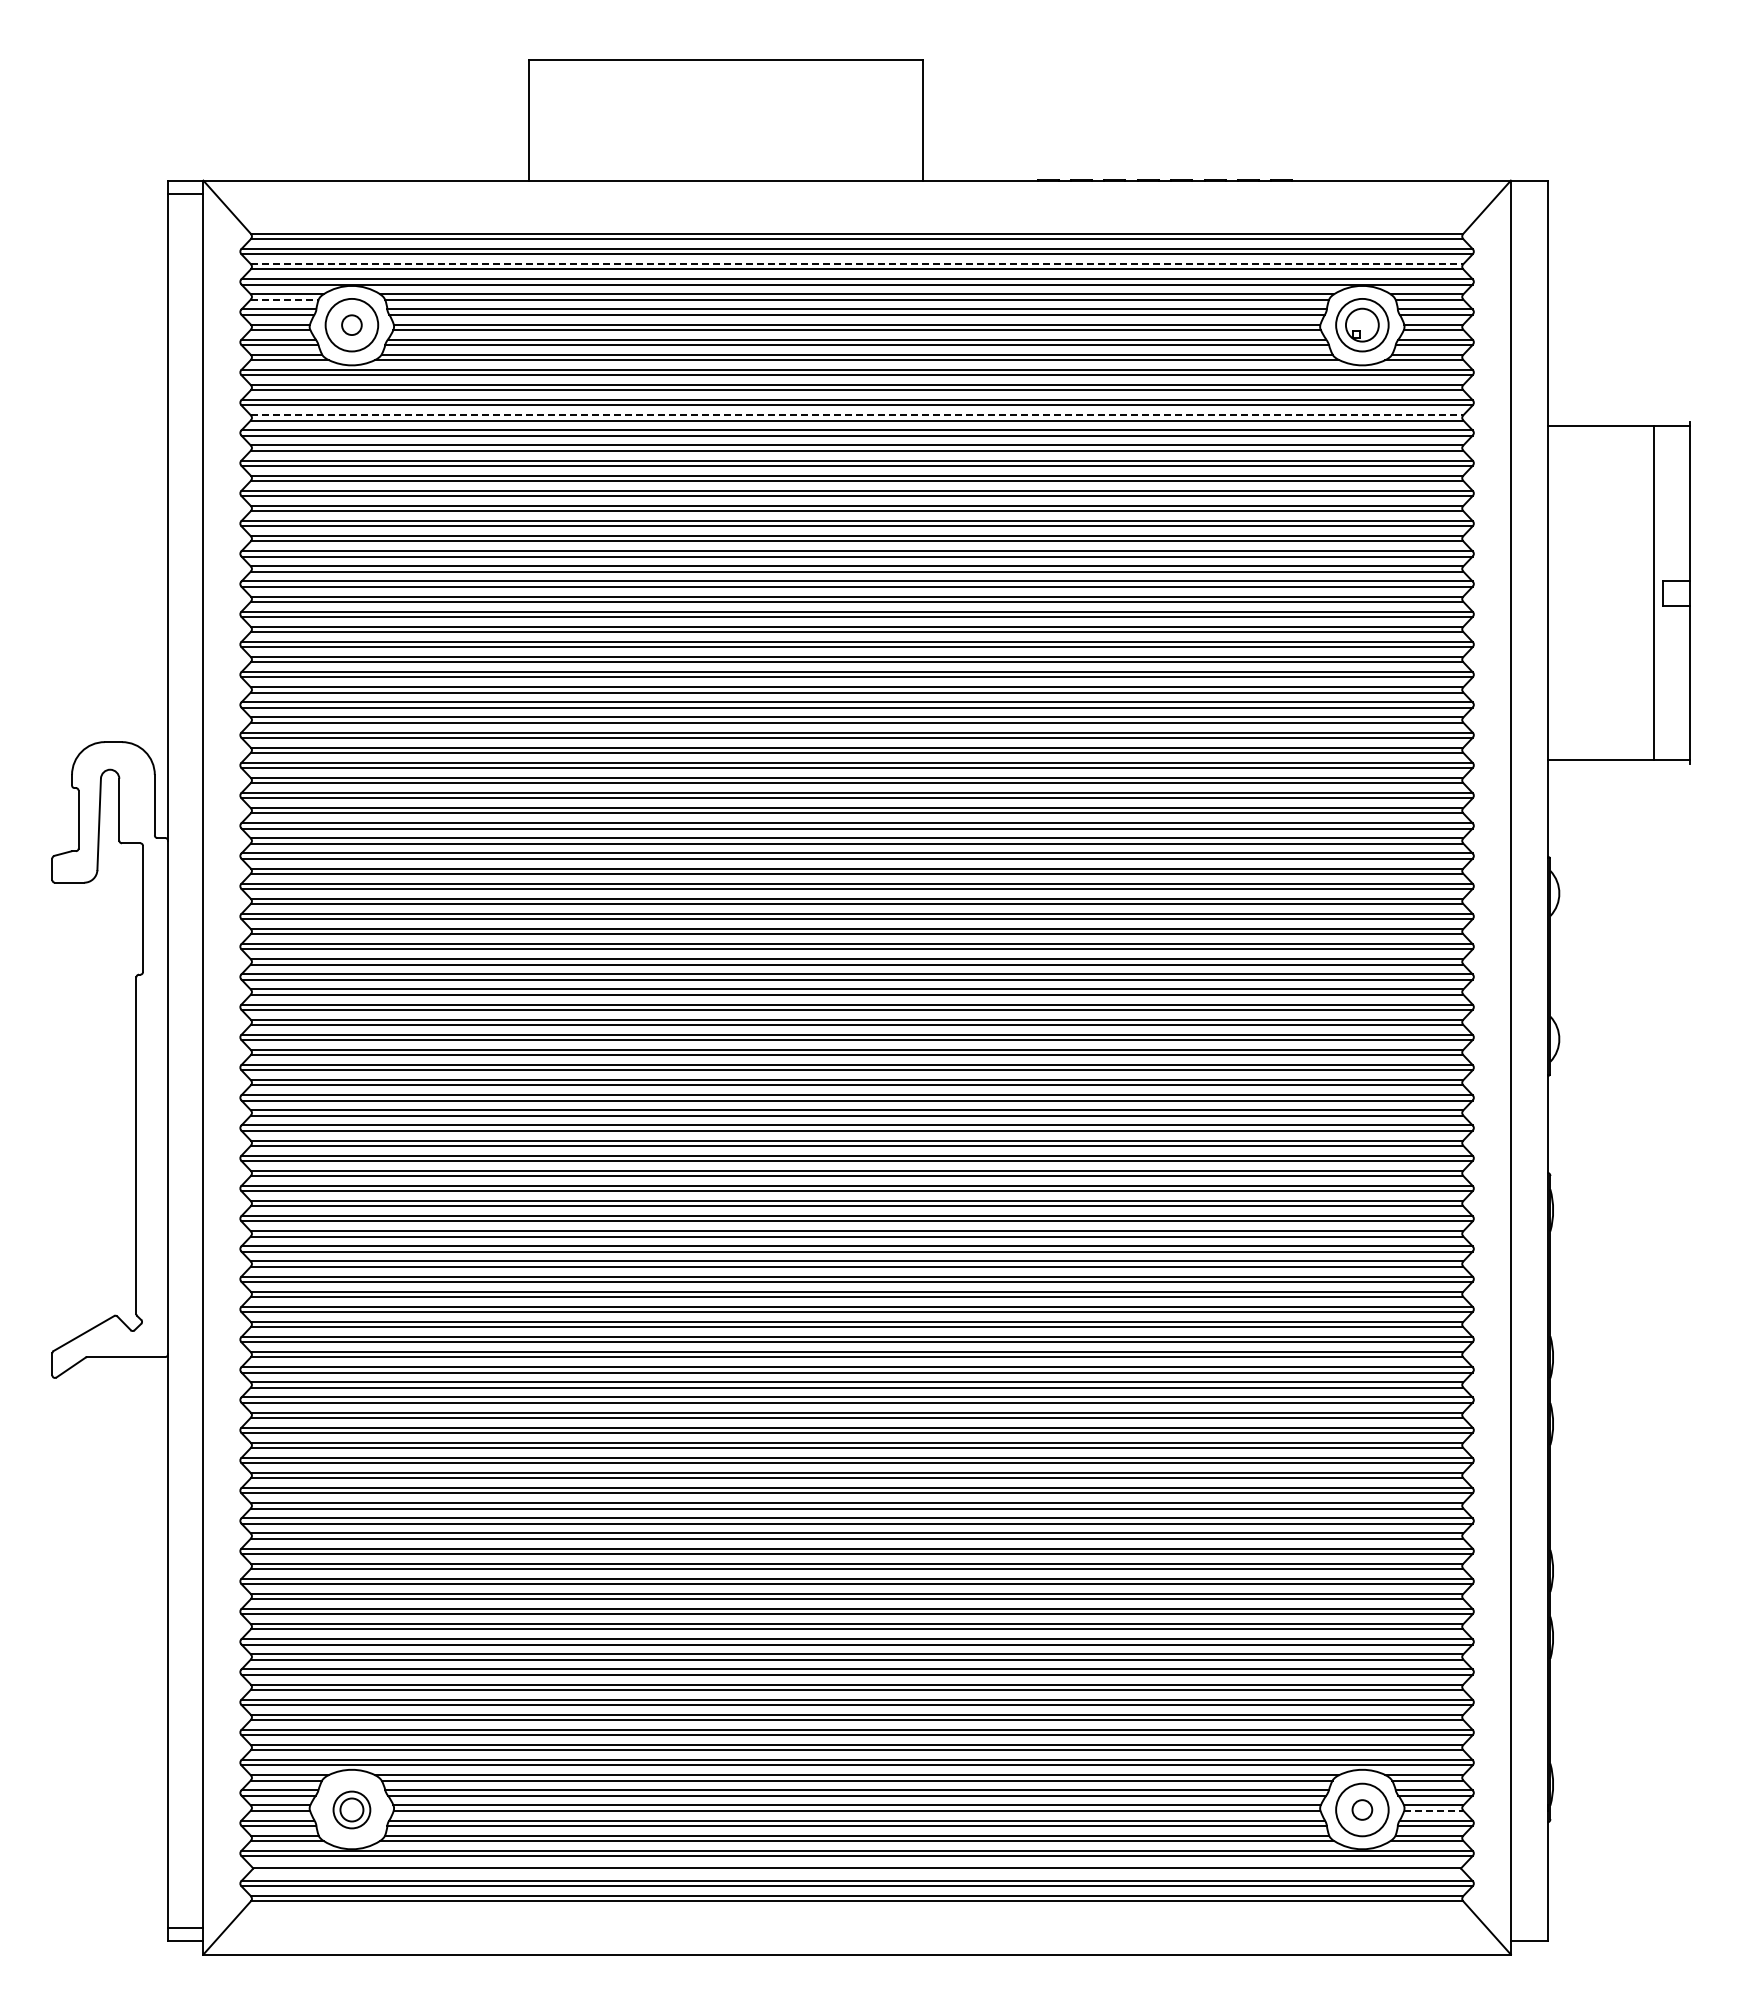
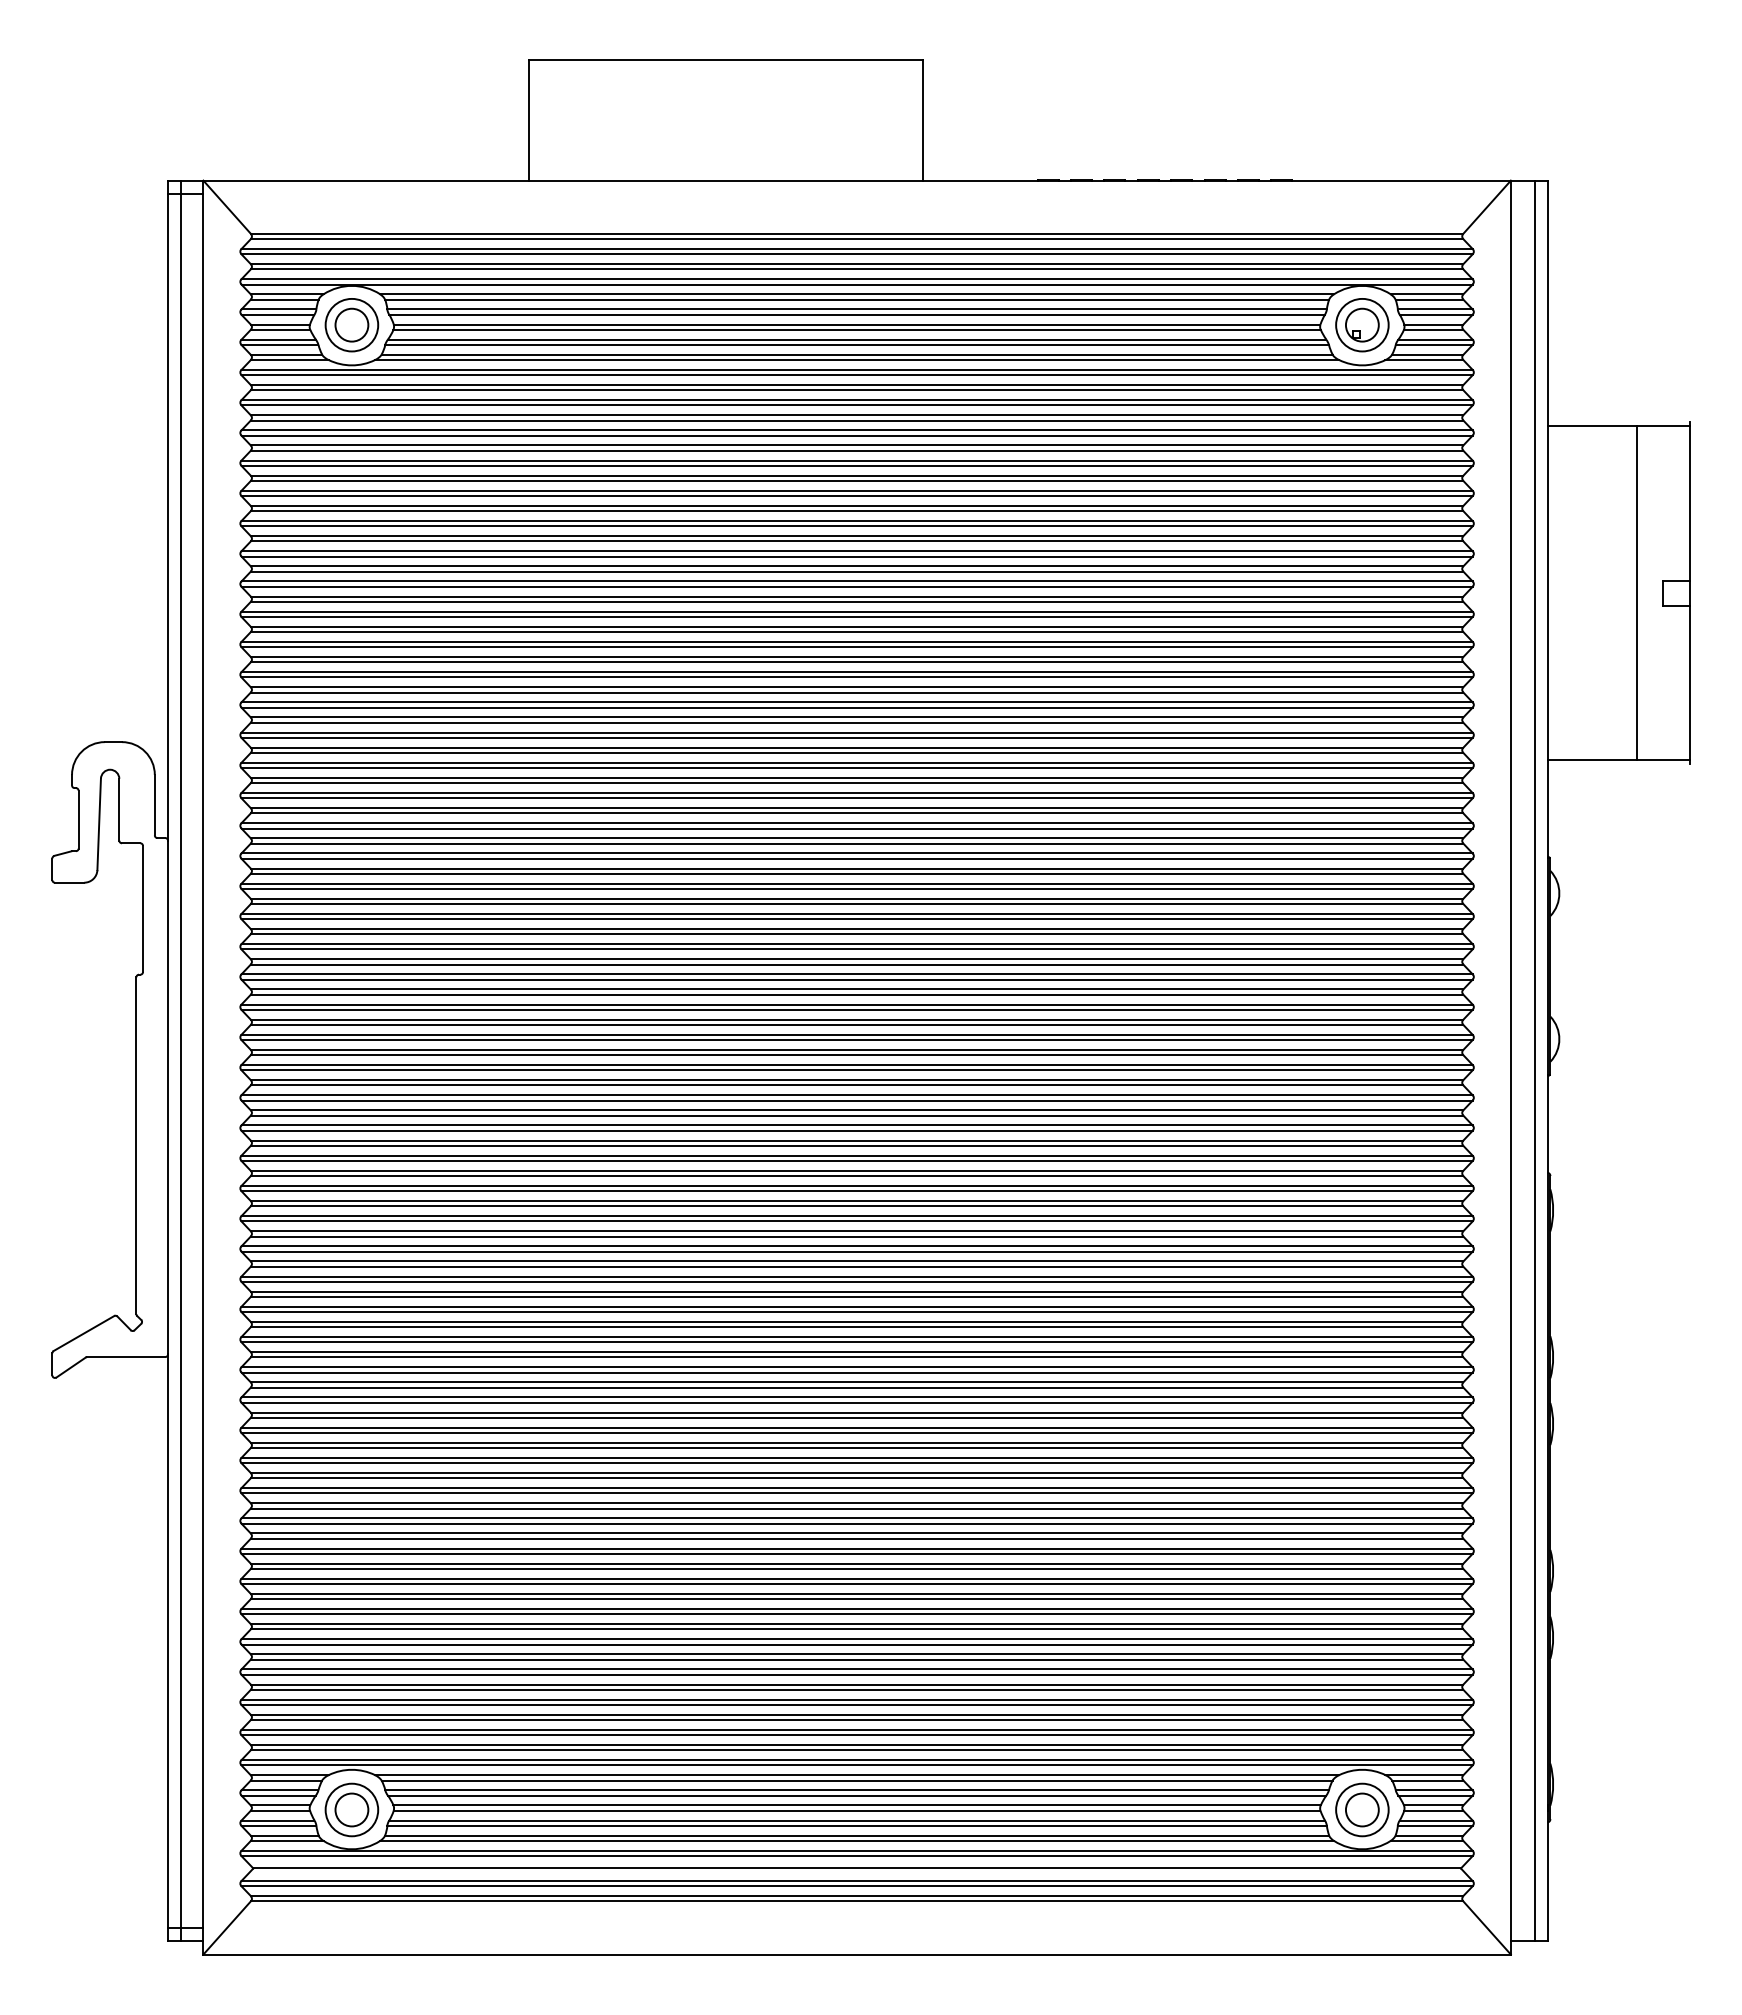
line at (857, 264): dashed -> solid
line at (284, 299): dashed -> solid
circle at (351, 325) diameter: 20 px -> 33 px
line at (857, 415): dashed -> solid
line at (1654, 593) position: (1654, 593) -> (1637, 593)
line at (181, 1060): none -> present
line at (1534, 1060): none -> present
part at (351, 1809) size: 40x40 px -> 56x56 px
circle at (1362, 1809) diameter: 20 px -> 33 px
line at (1433, 1810): dashed -> solid
